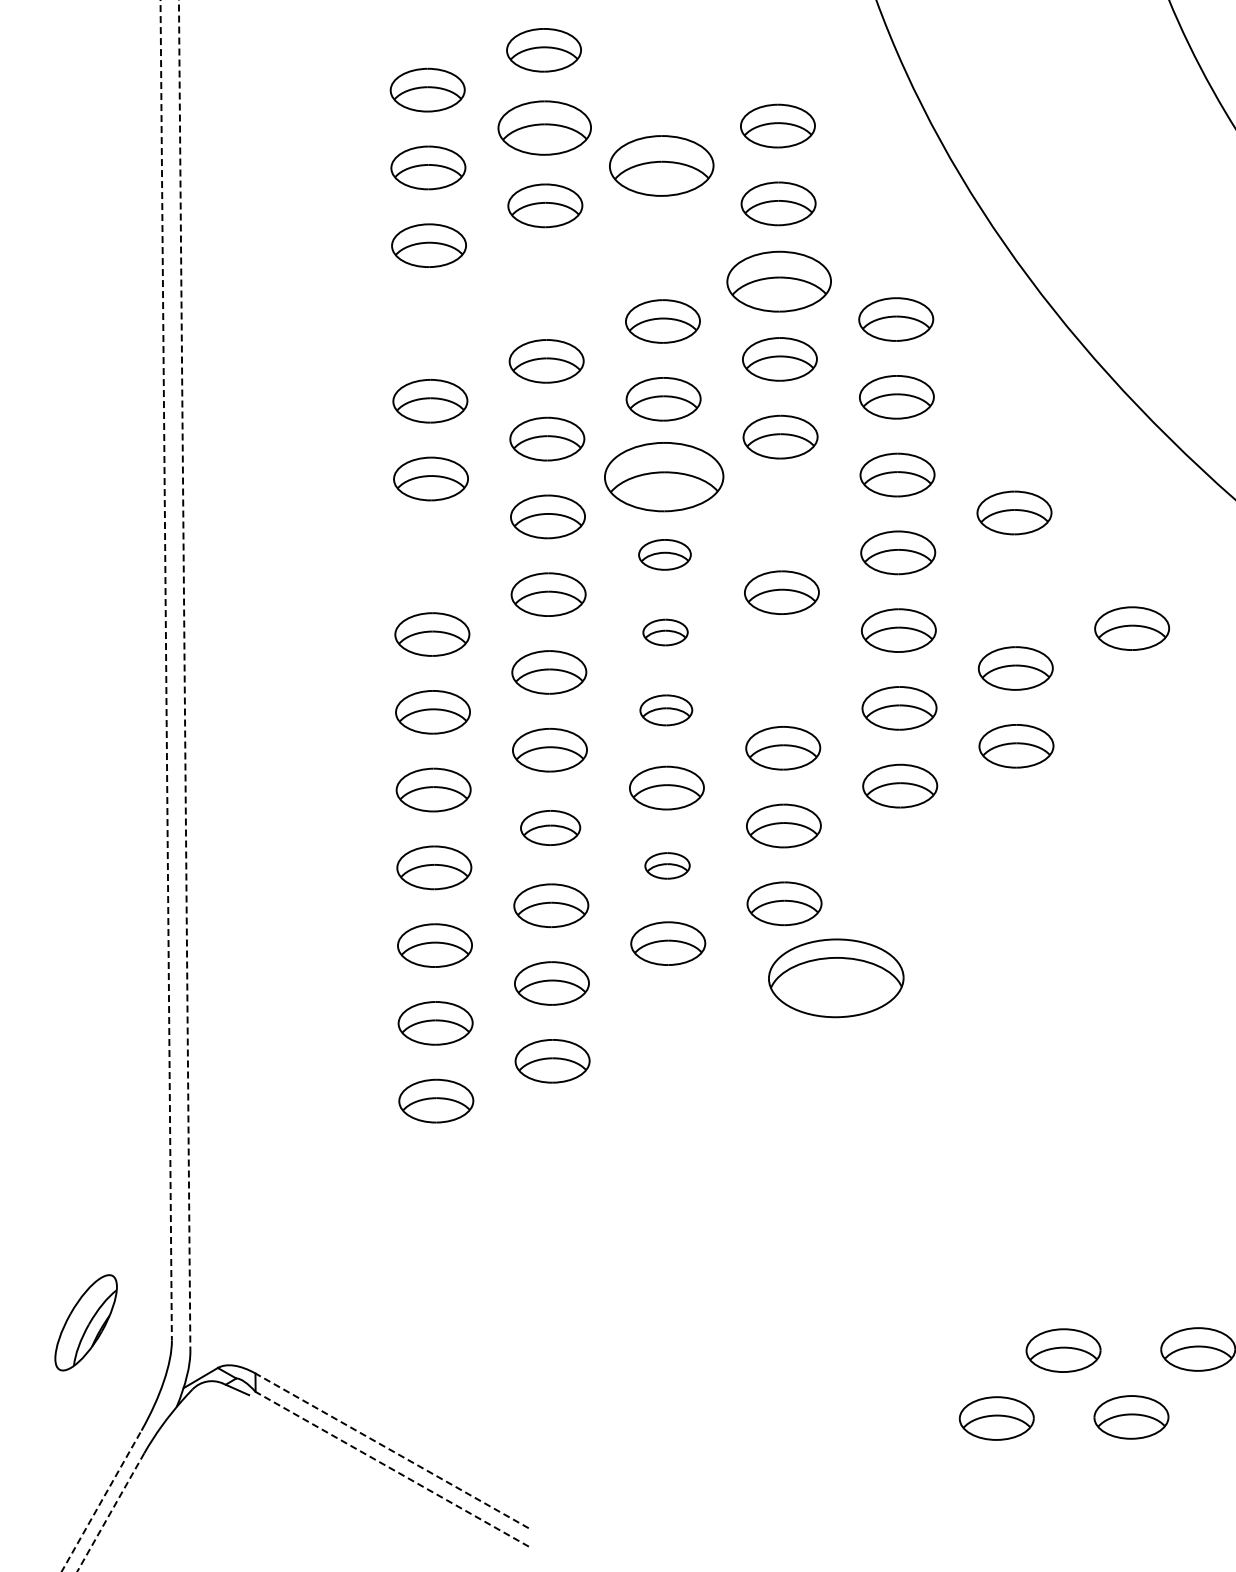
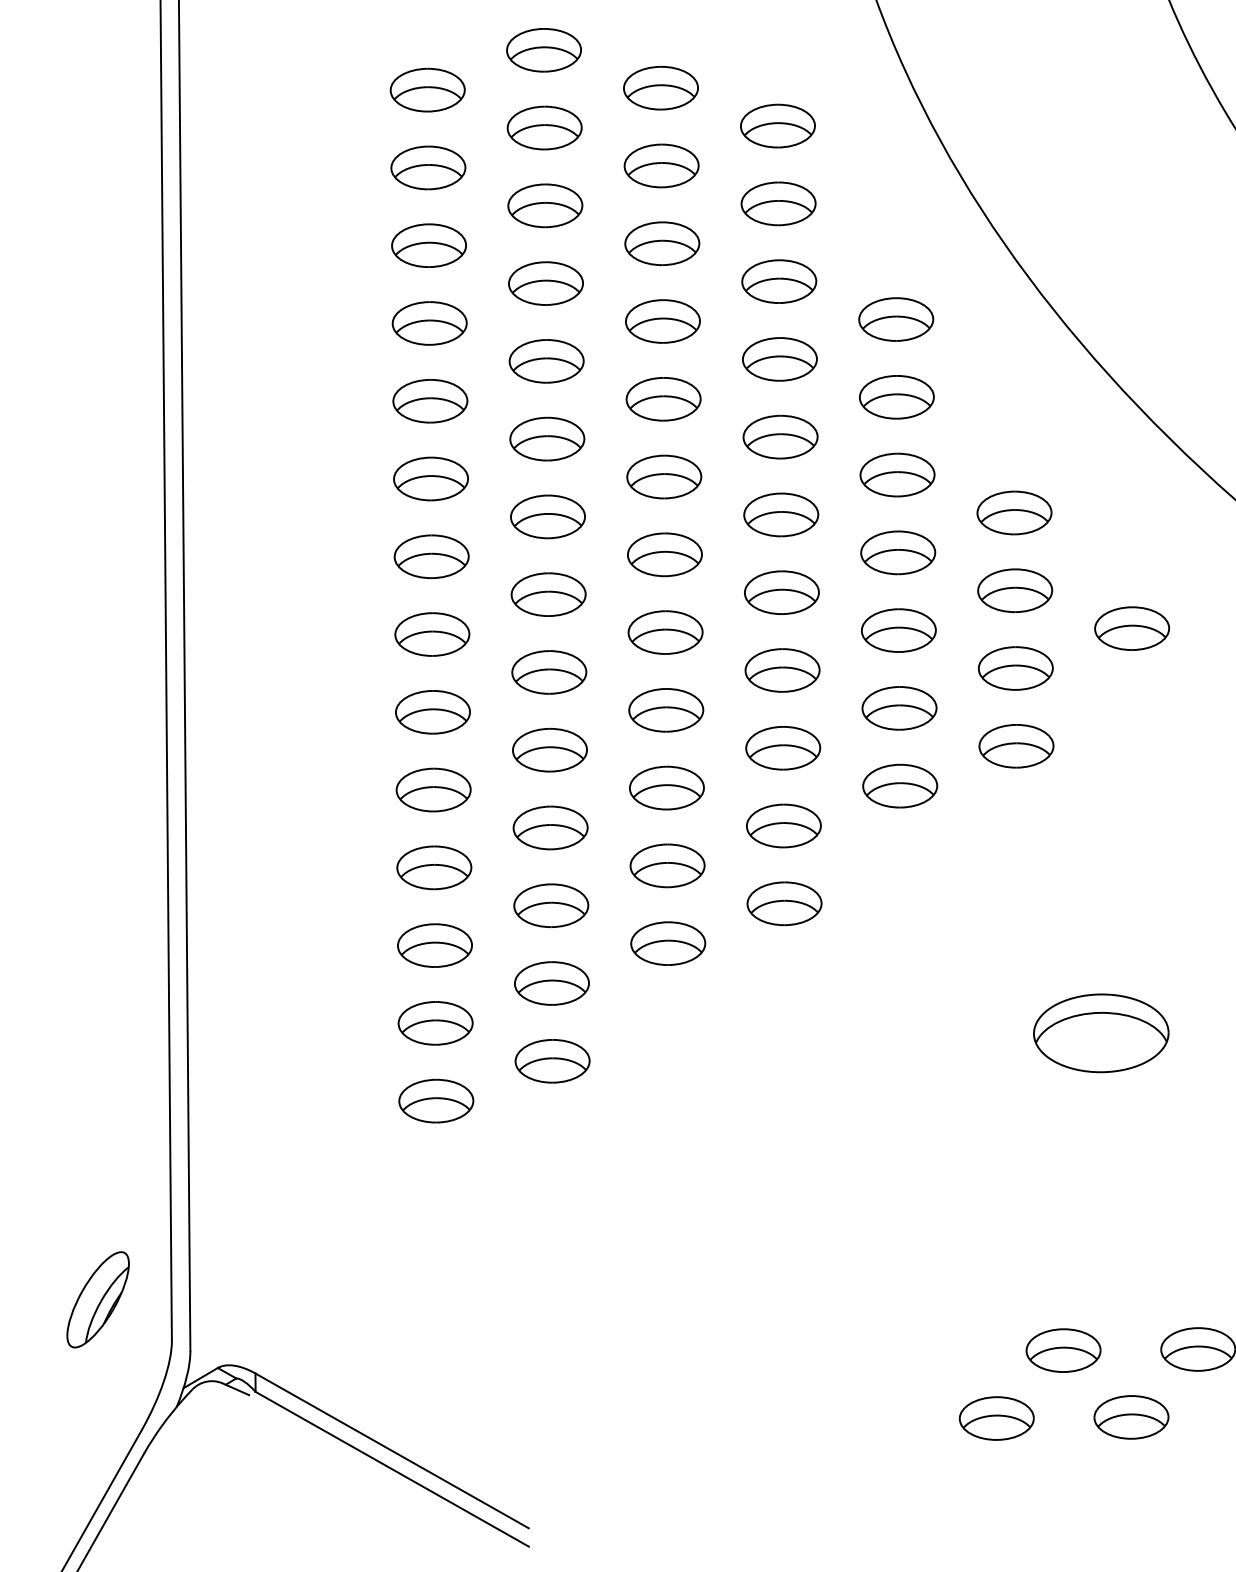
part at (660, 88): none -> present
part at (544, 127) size: 95x56 px -> 77x46 px
part at (661, 165) size: 106x62 px -> 77x46 px
part at (662, 243): none -> present
part at (778, 281) size: 106x63 px -> 77x45 px
part at (545, 283): none -> present
part at (429, 323): none -> present
part at (664, 477) size: 121x71 px -> 77x46 px
part at (781, 514): none -> present
part at (664, 554) size: 54x32 px -> 76x46 px
part at (431, 556): none -> present
part at (1015, 590): none -> present
part at (665, 632) size: 47x29 px -> 77x45 px
line at (166, 670): dashed -> solid
part at (782, 670): none -> present
line at (184, 676): dashed -> solid
part at (666, 710) size: 55x33 px -> 77x45 px
part at (550, 827) size: 62x36 px -> 77x46 px
part at (667, 865) size: 47x28 px -> 77x46 px
part at (836, 978) position: (836, 978) -> (1101, 1033)
part at (85, 1322) position: (85, 1322) -> (97, 1299)
line at (391, 1450): dashed -> solid
line at (391, 1469): dashed -> solid
line at (101, 1500): dashed -> solid
line at (110, 1513): dashed -> solid
